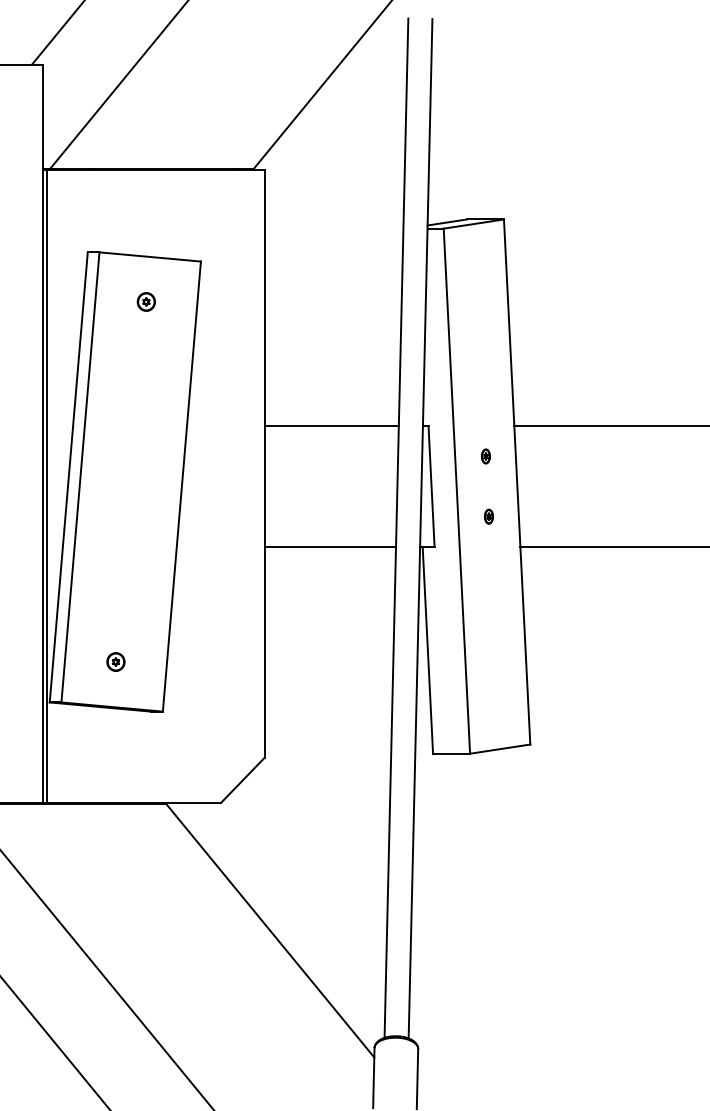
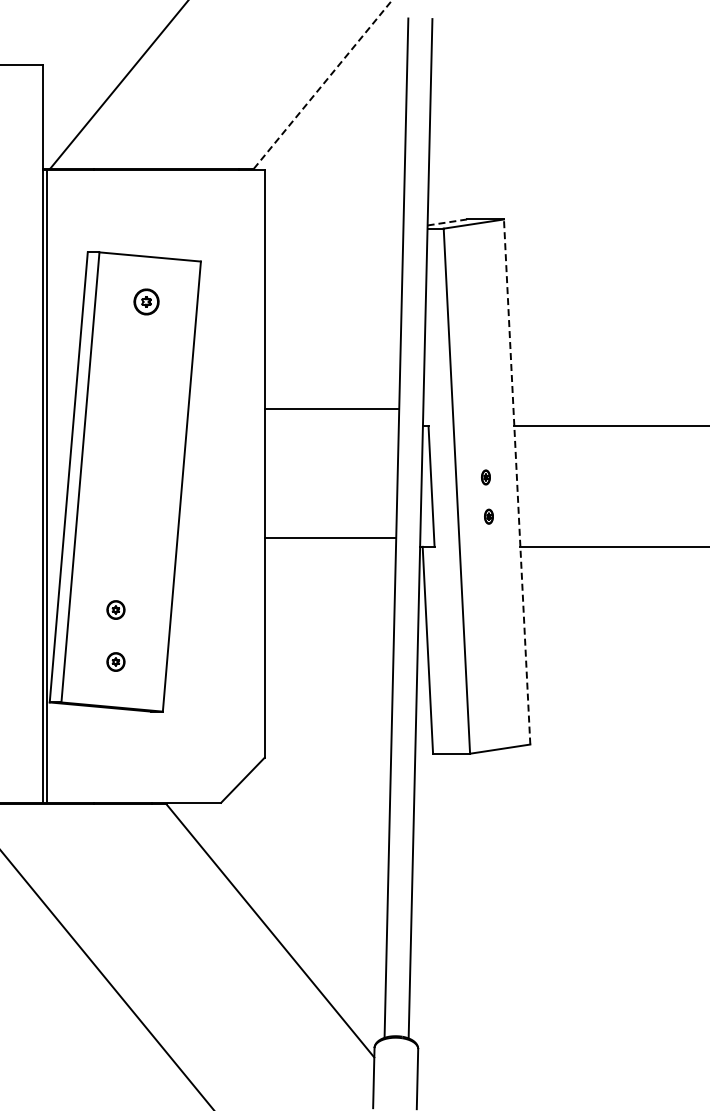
line at (57, 33): present -> none
line at (323, 84): solid -> dashed
line at (447, 222): solid -> dashed
part at (145, 301) size: 20x20 px -> 27x28 px
line at (331, 426) position: (331, 426) -> (331, 409)
part at (485, 456) position: (485, 456) -> (485, 477)
line at (517, 482): solid -> dashed
line at (330, 546) position: (330, 546) -> (330, 537)
part at (115, 609): none -> present
line at (55, 1042): present -> none
